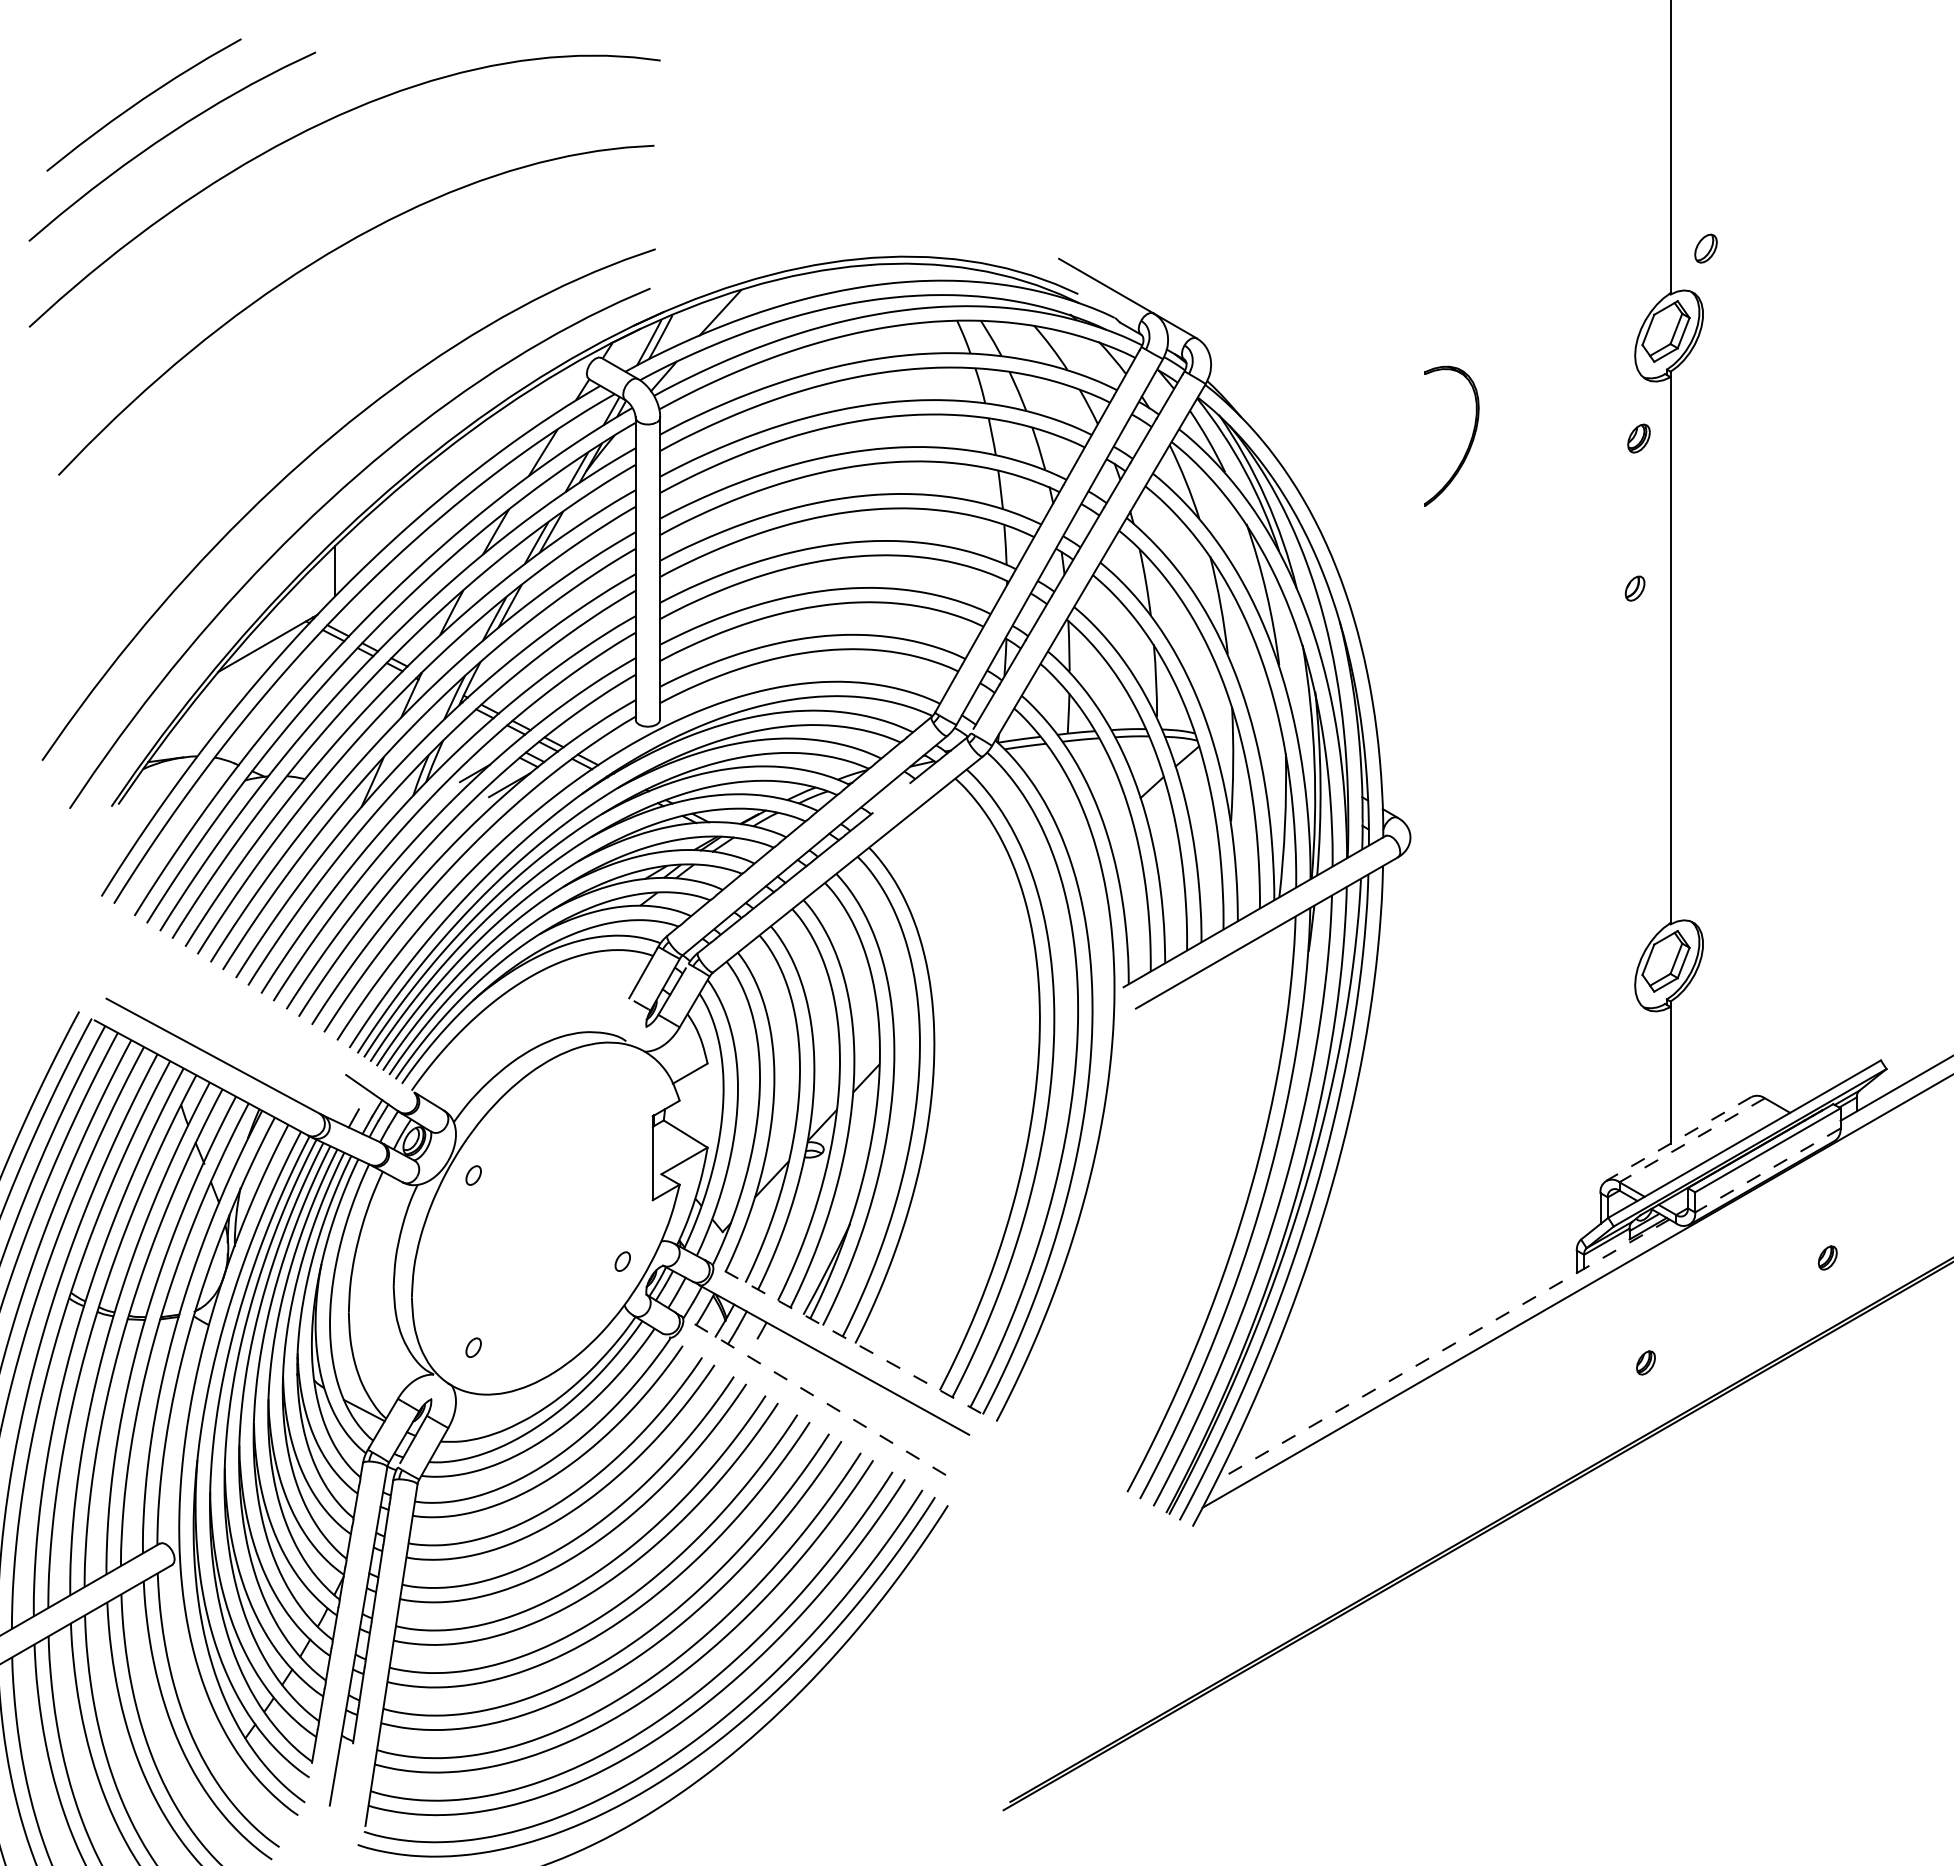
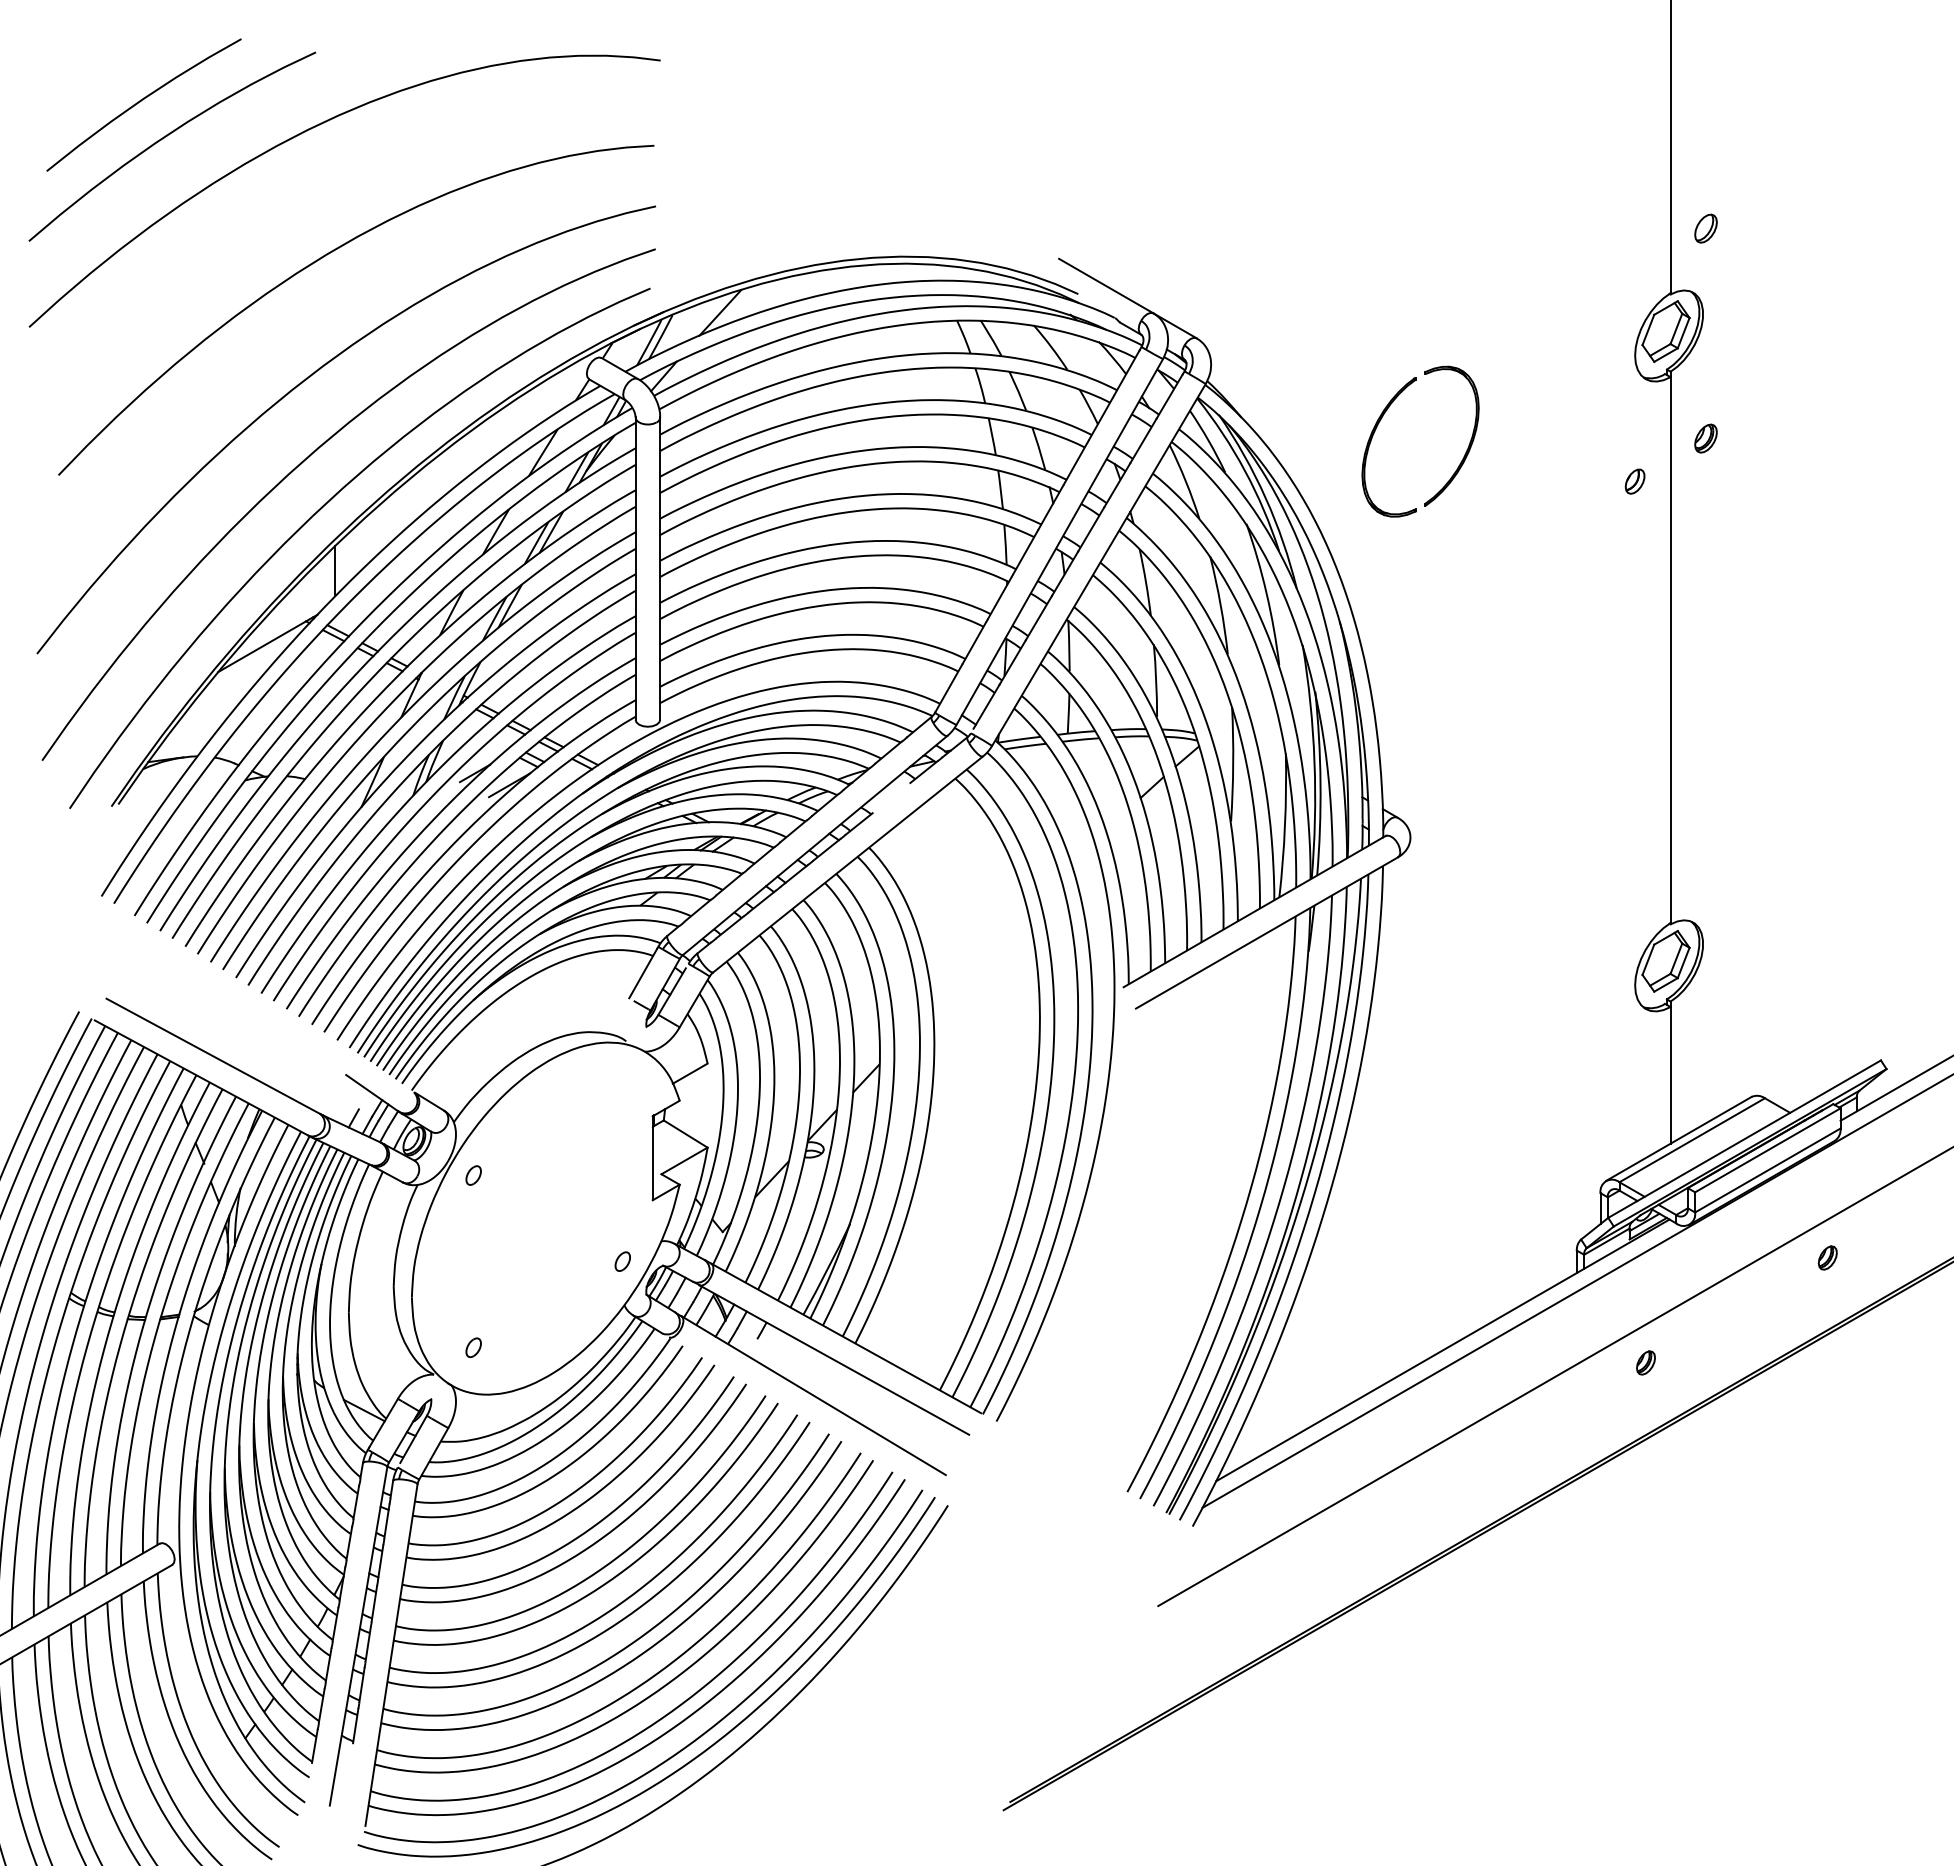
part at (1705, 248) position: (1705, 248) -> (1705, 228)
curve at (306, 380): none -> present
part at (1638, 438) position: (1638, 438) -> (1705, 438)
part at (1372, 439): none -> present
part at (1634, 588) position: (1634, 588) -> (1634, 481)
line at (1678, 1138): dashed -> solid
line at (1692, 1140): dashed -> solid
line at (1767, 1170): dashed -> solid
line at (845, 1338): dashed -> solid
line at (1442, 1350): dashed -> solid
line at (1554, 1377): none -> present
line at (813, 1395): dashed -> solid
